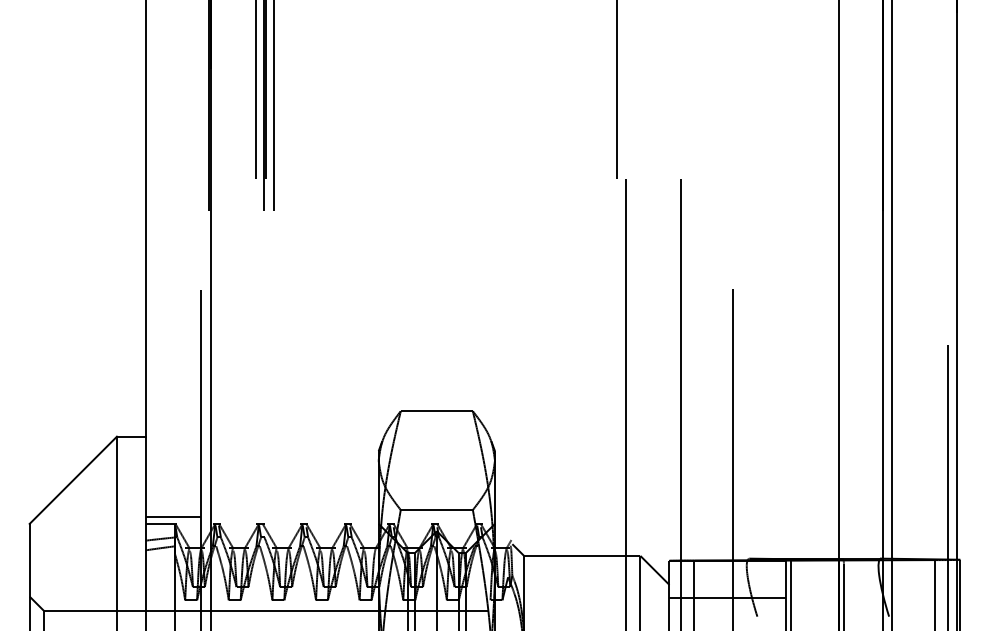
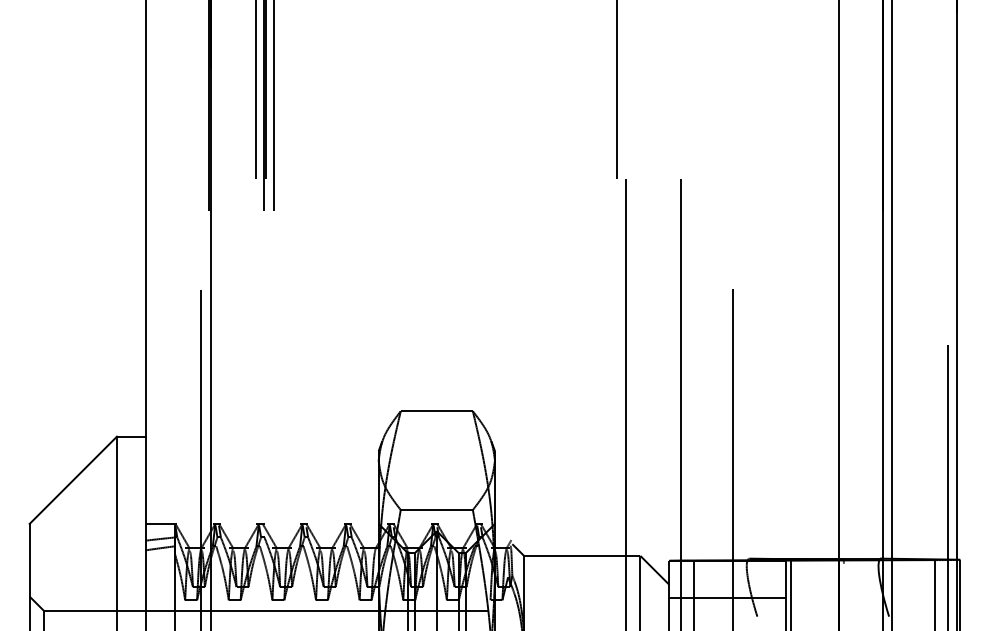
line at (173, 516): present -> none
line at (843, 595): present -> none
